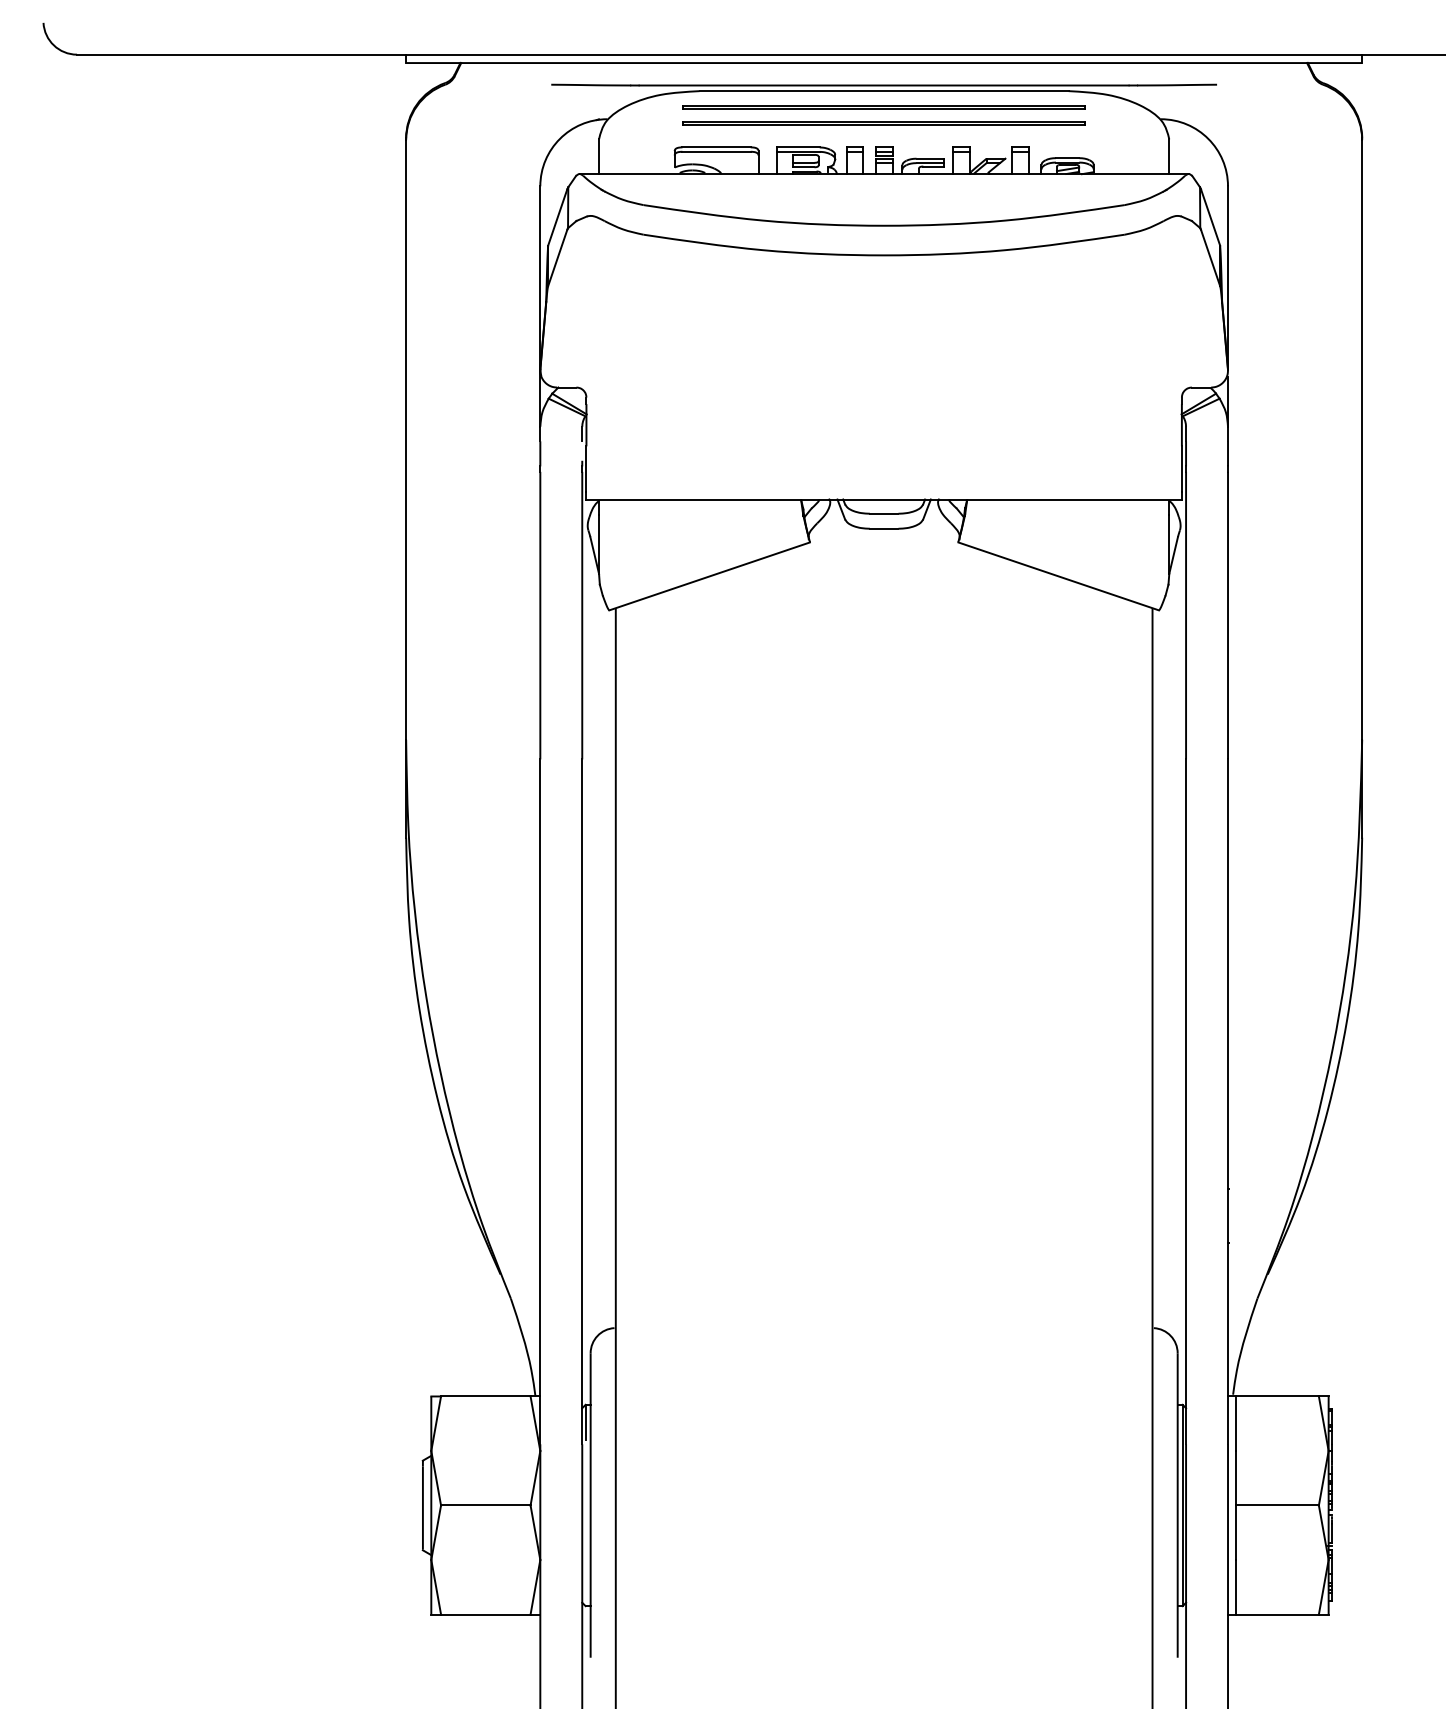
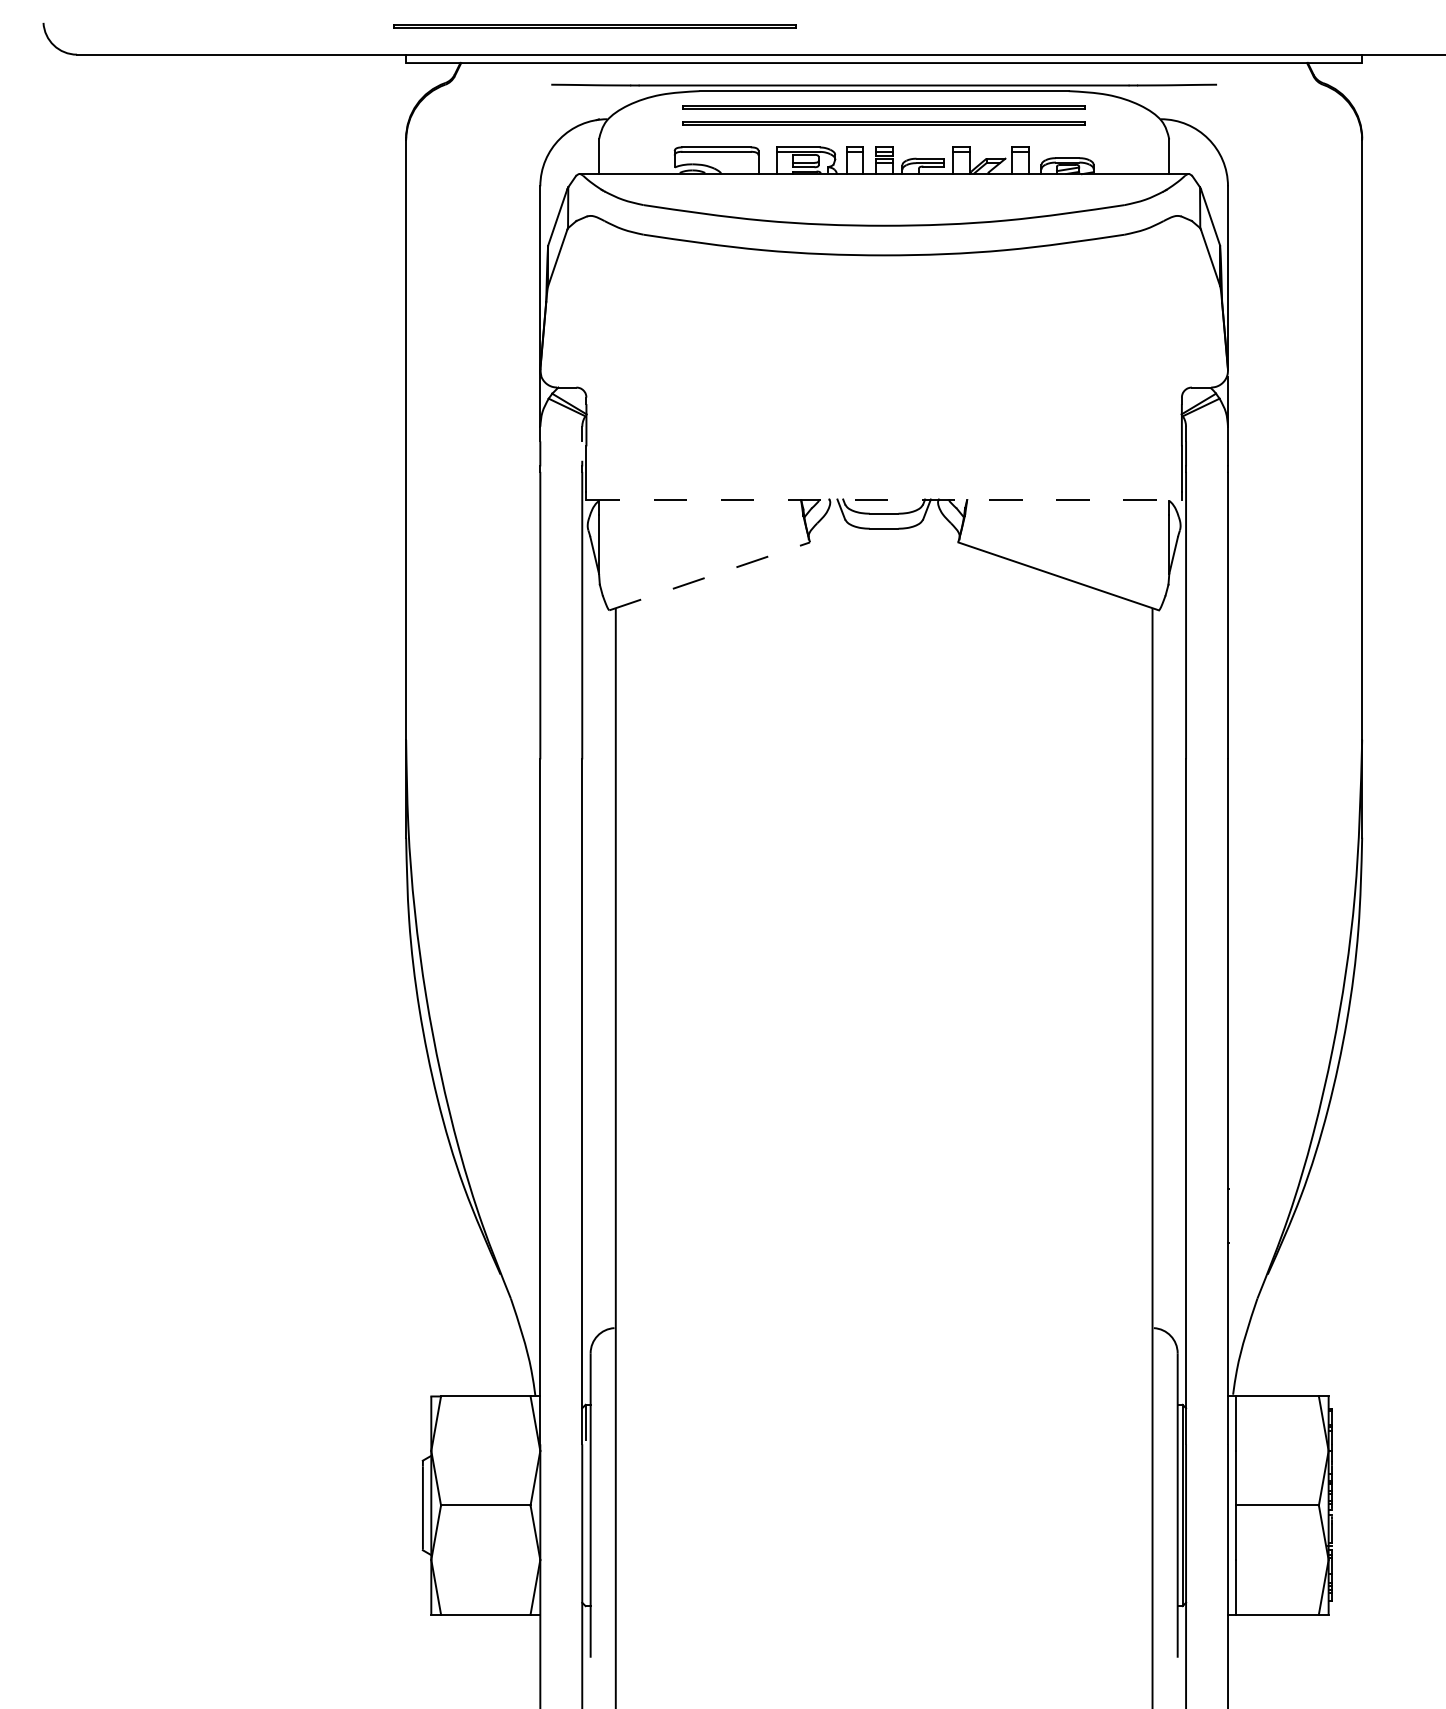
line at (594, 25): none -> present
line at (884, 499): solid -> dashed
line at (709, 576): solid -> dashed
